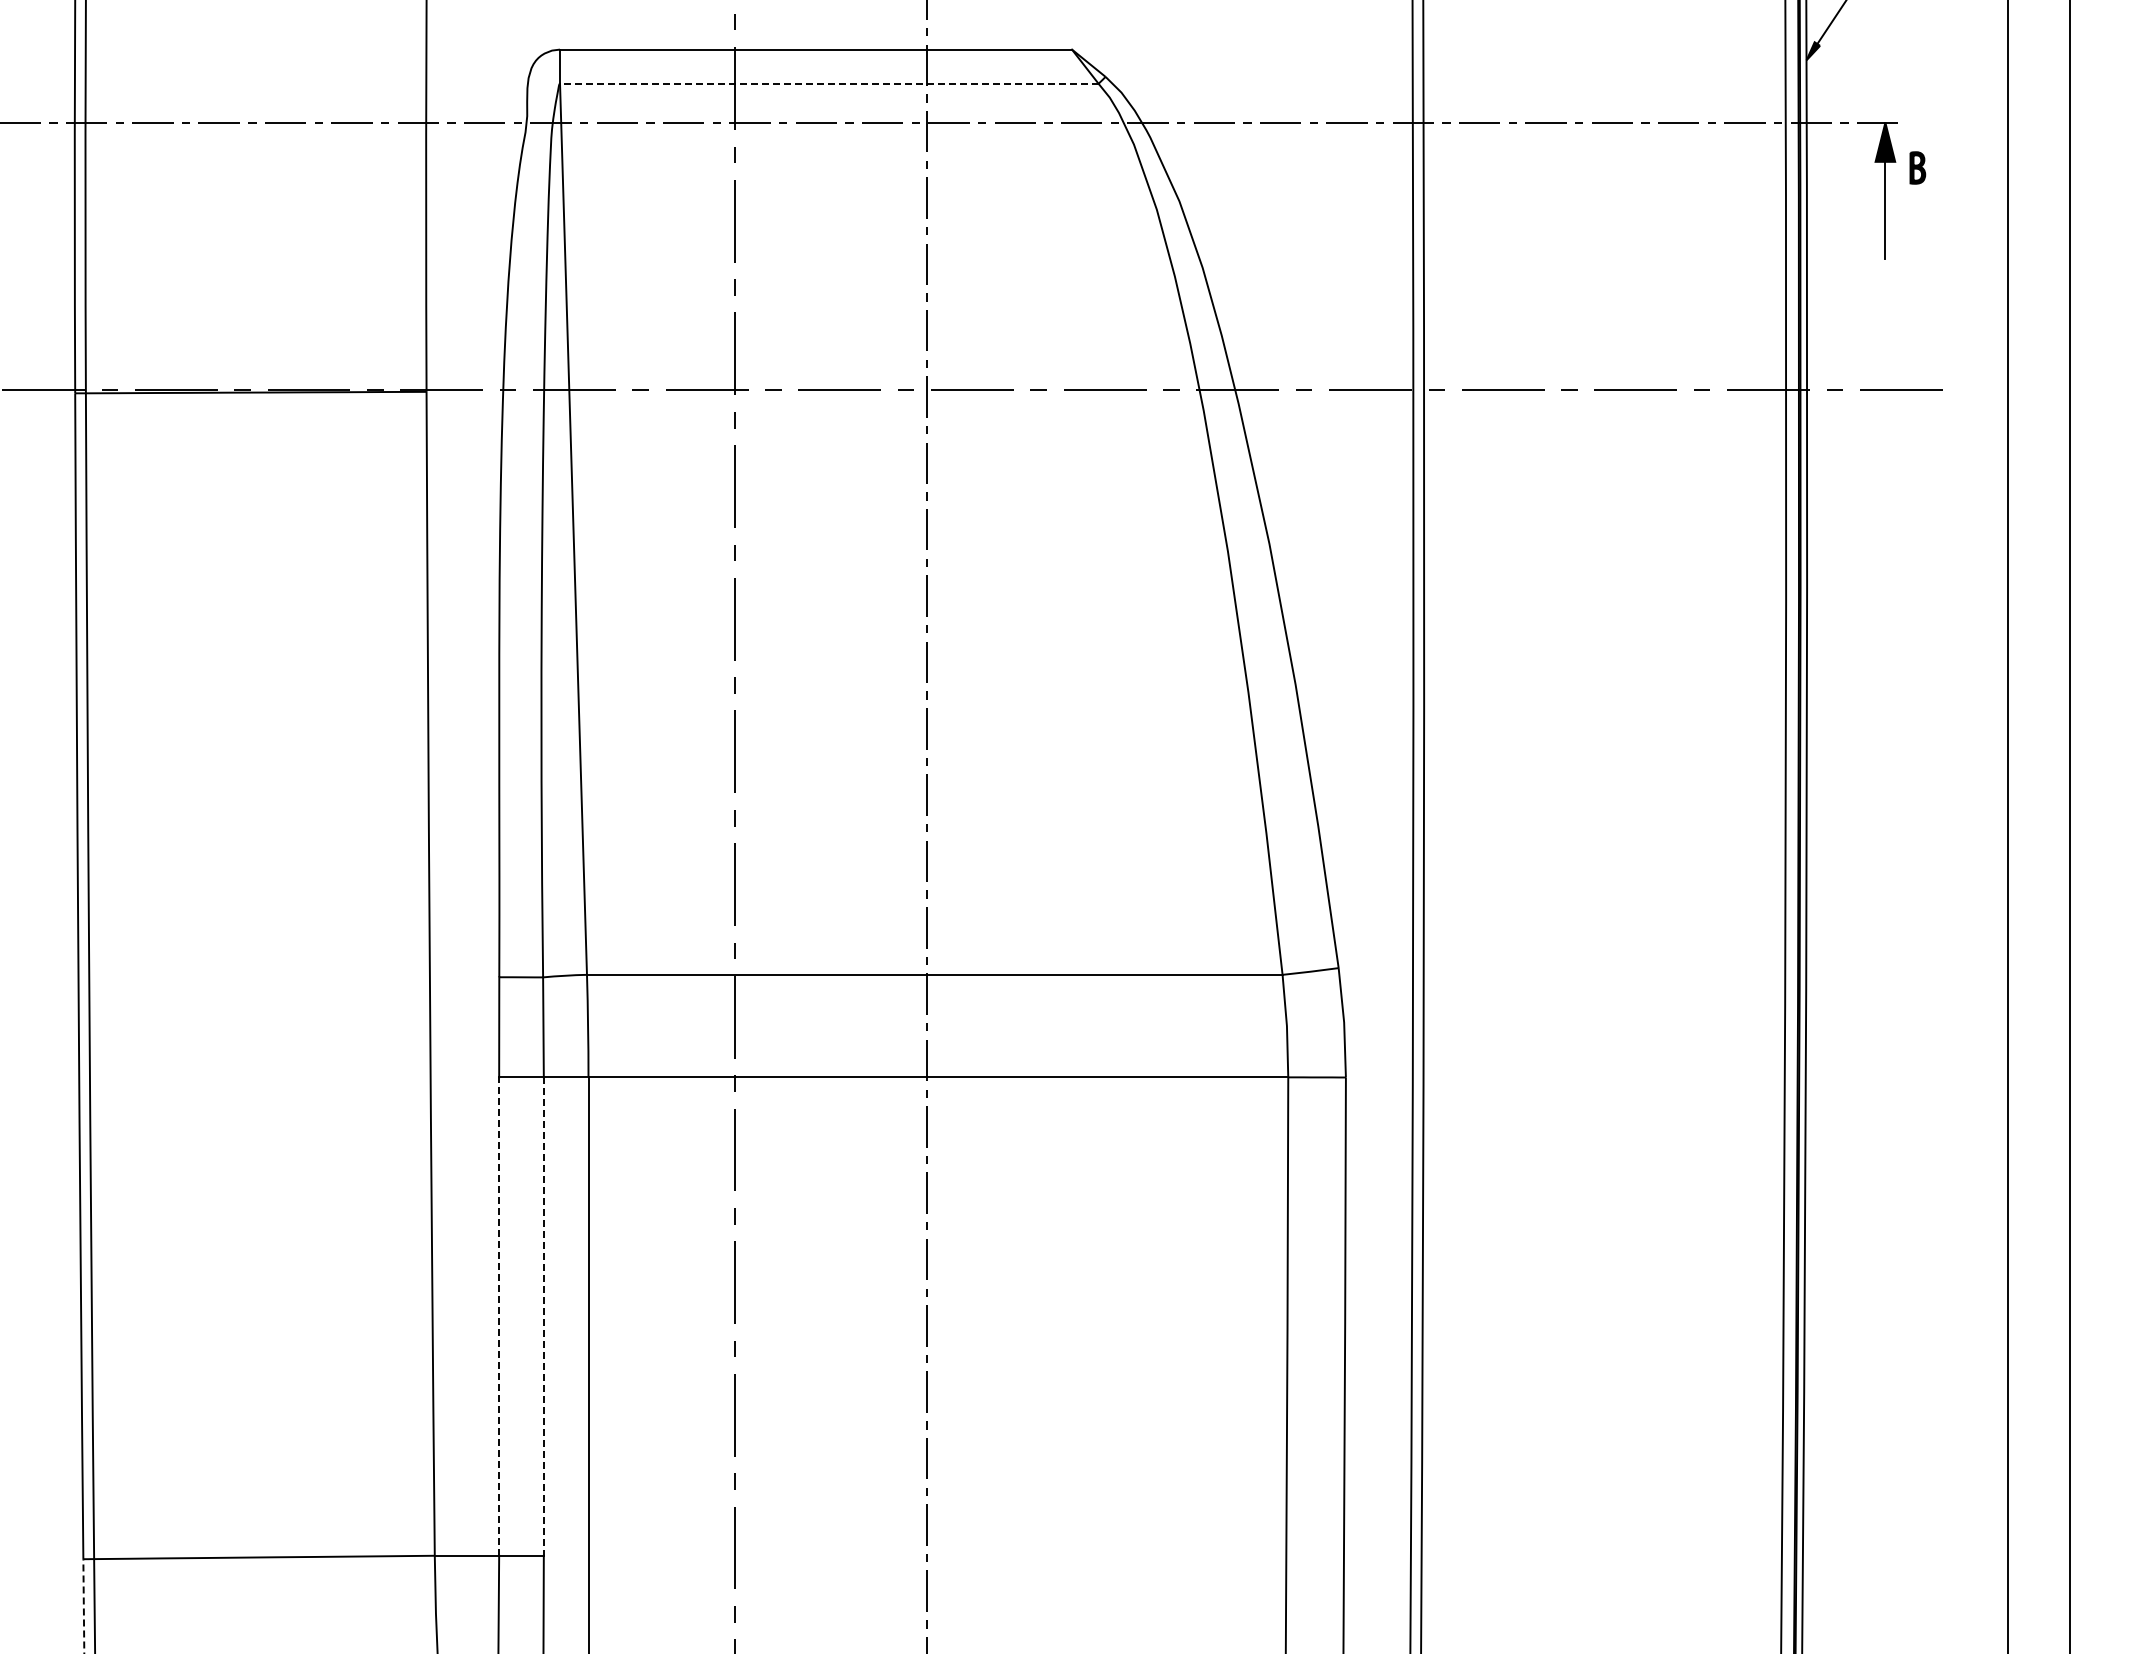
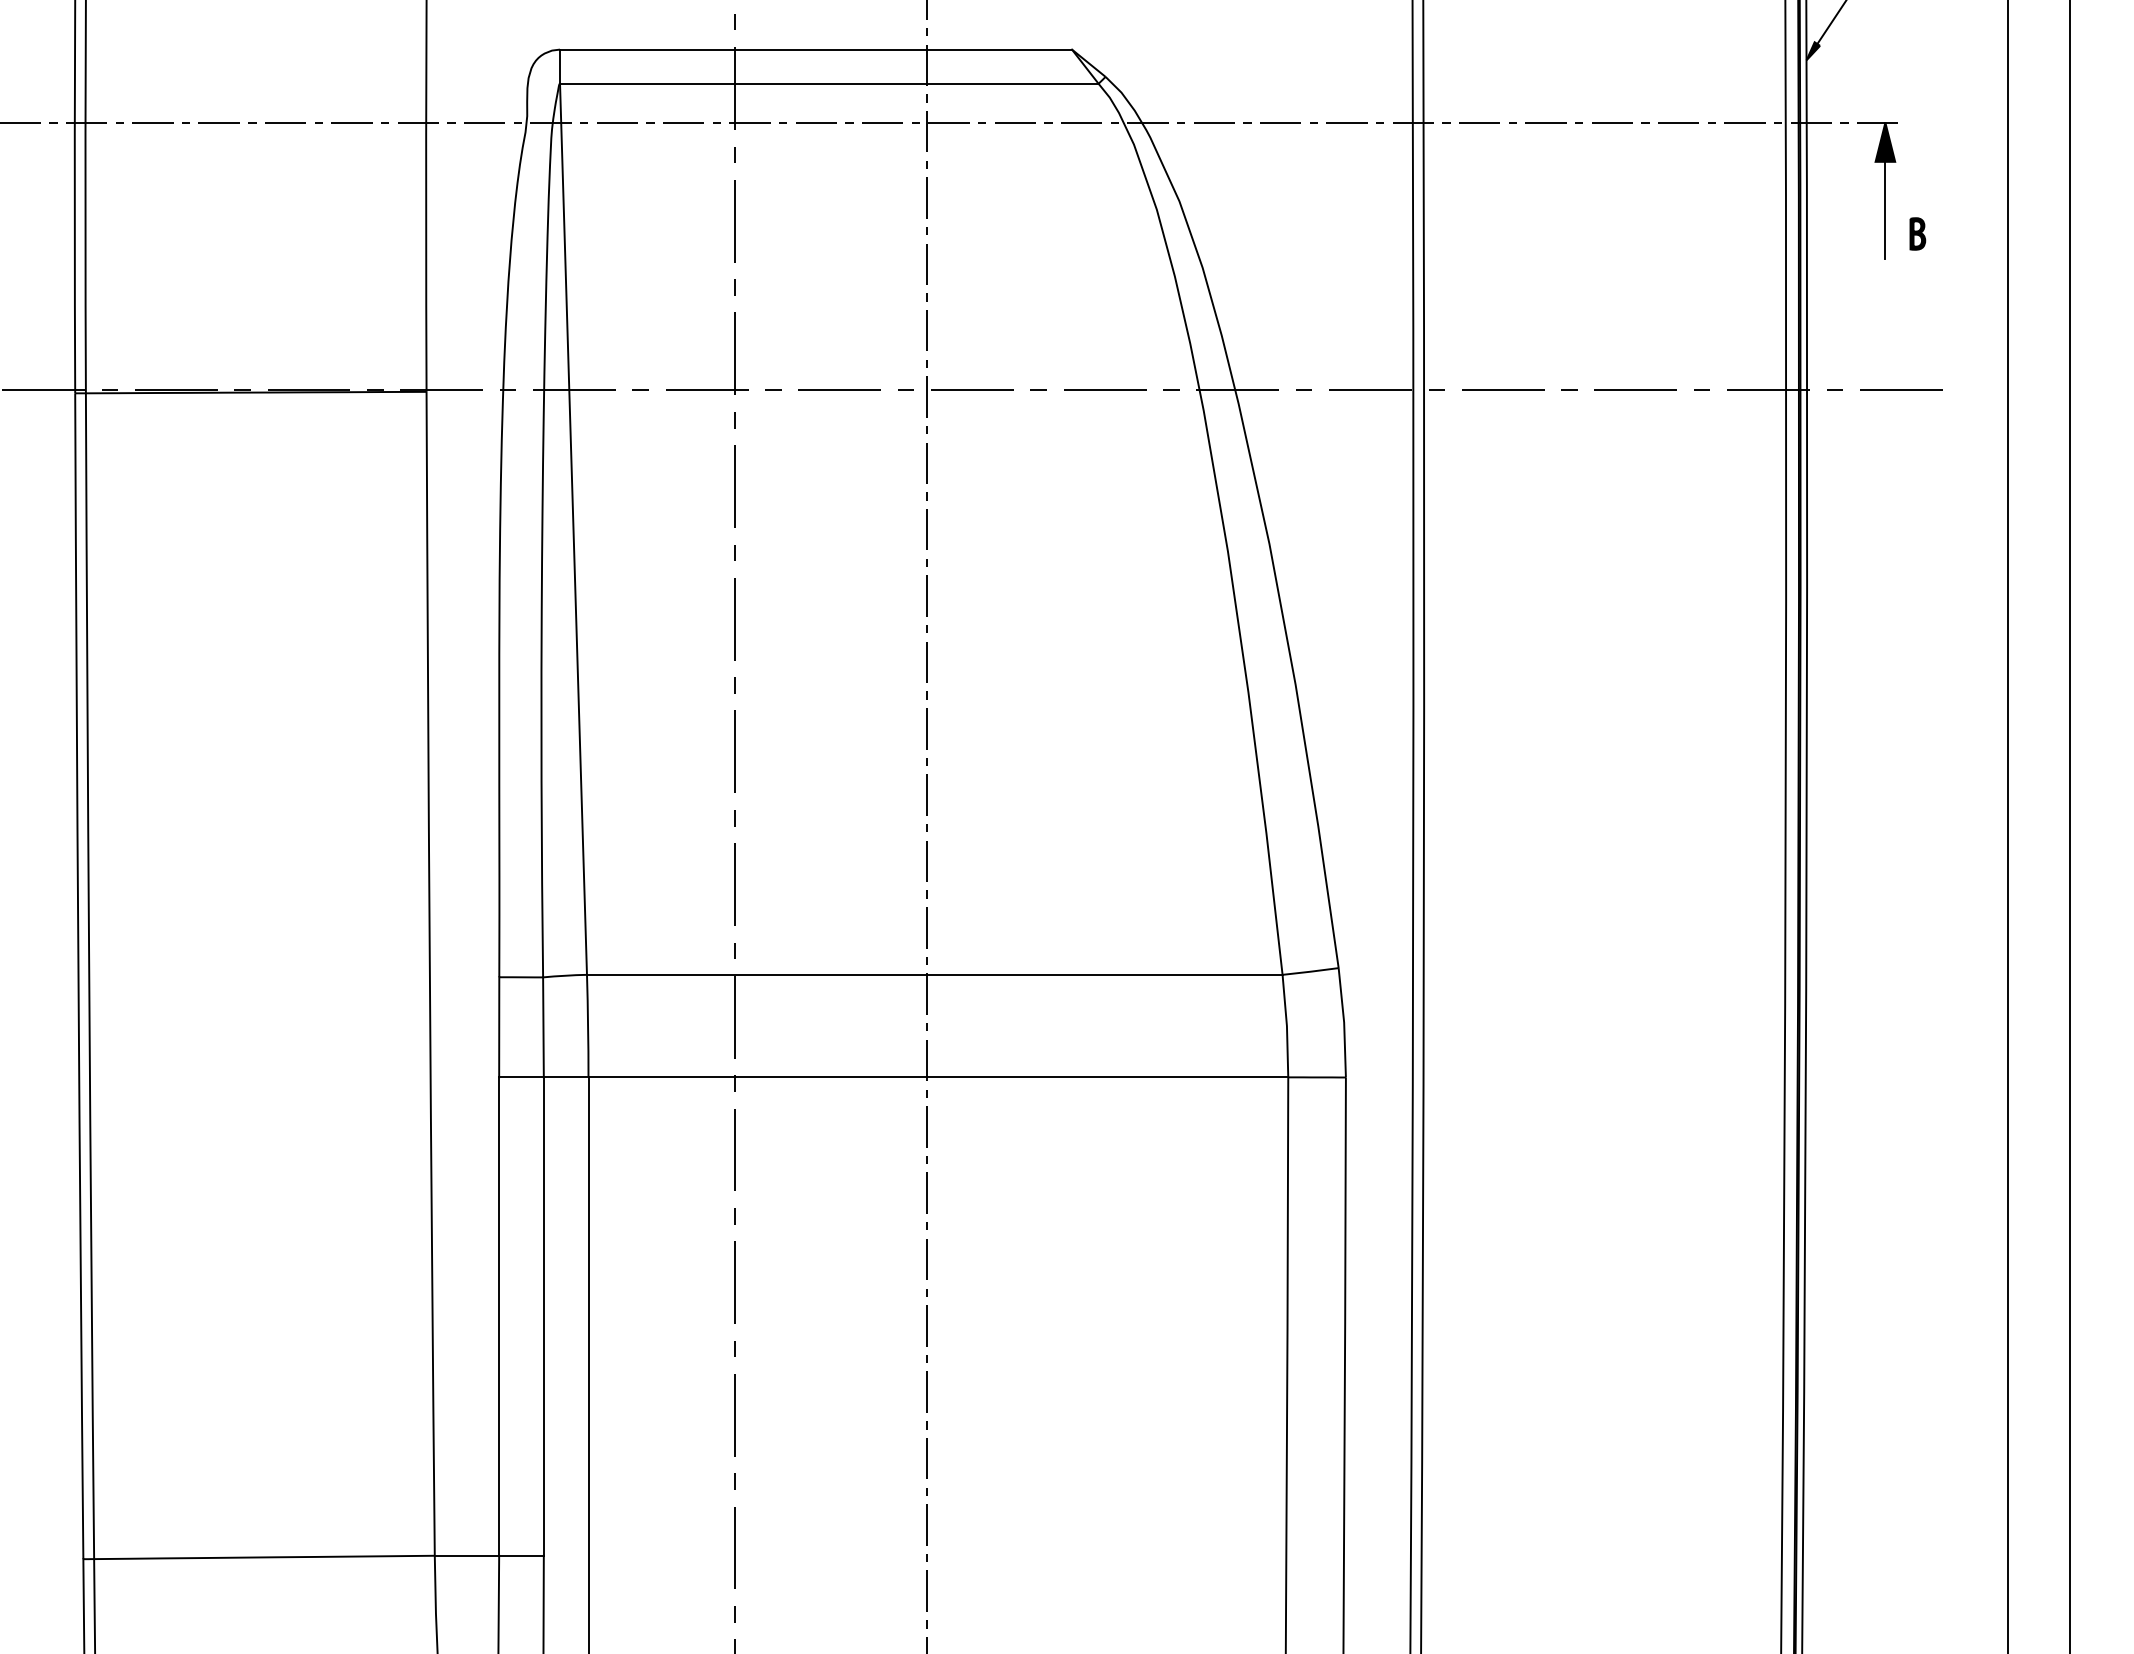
line at (828, 83): dashed -> solid
part at (1917, 167) position: (1917, 167) -> (1917, 233)
line at (499, 1316): dashed -> solid
line at (543, 1317): dashed -> solid
line at (83, 1605): dashed -> solid
